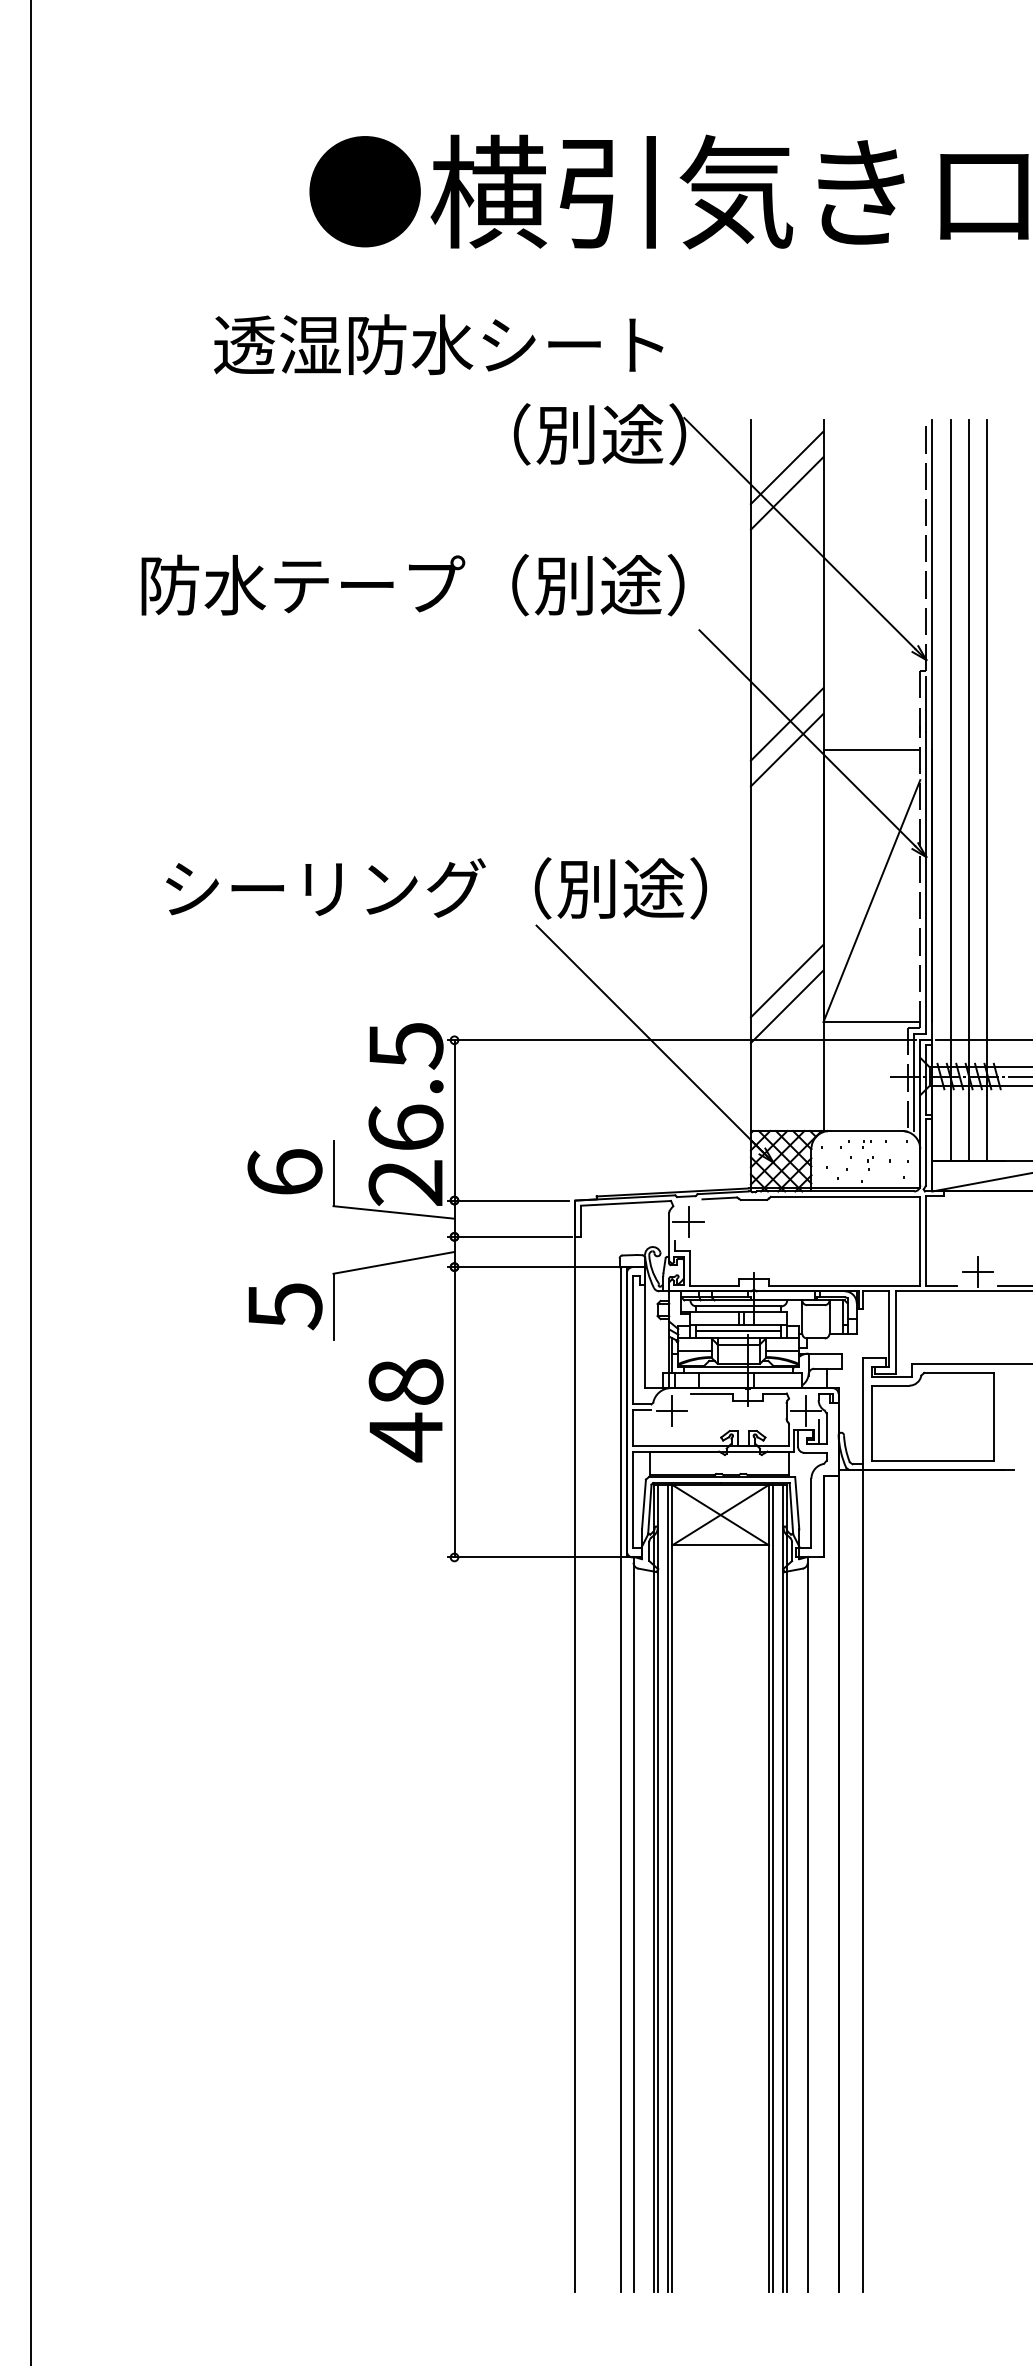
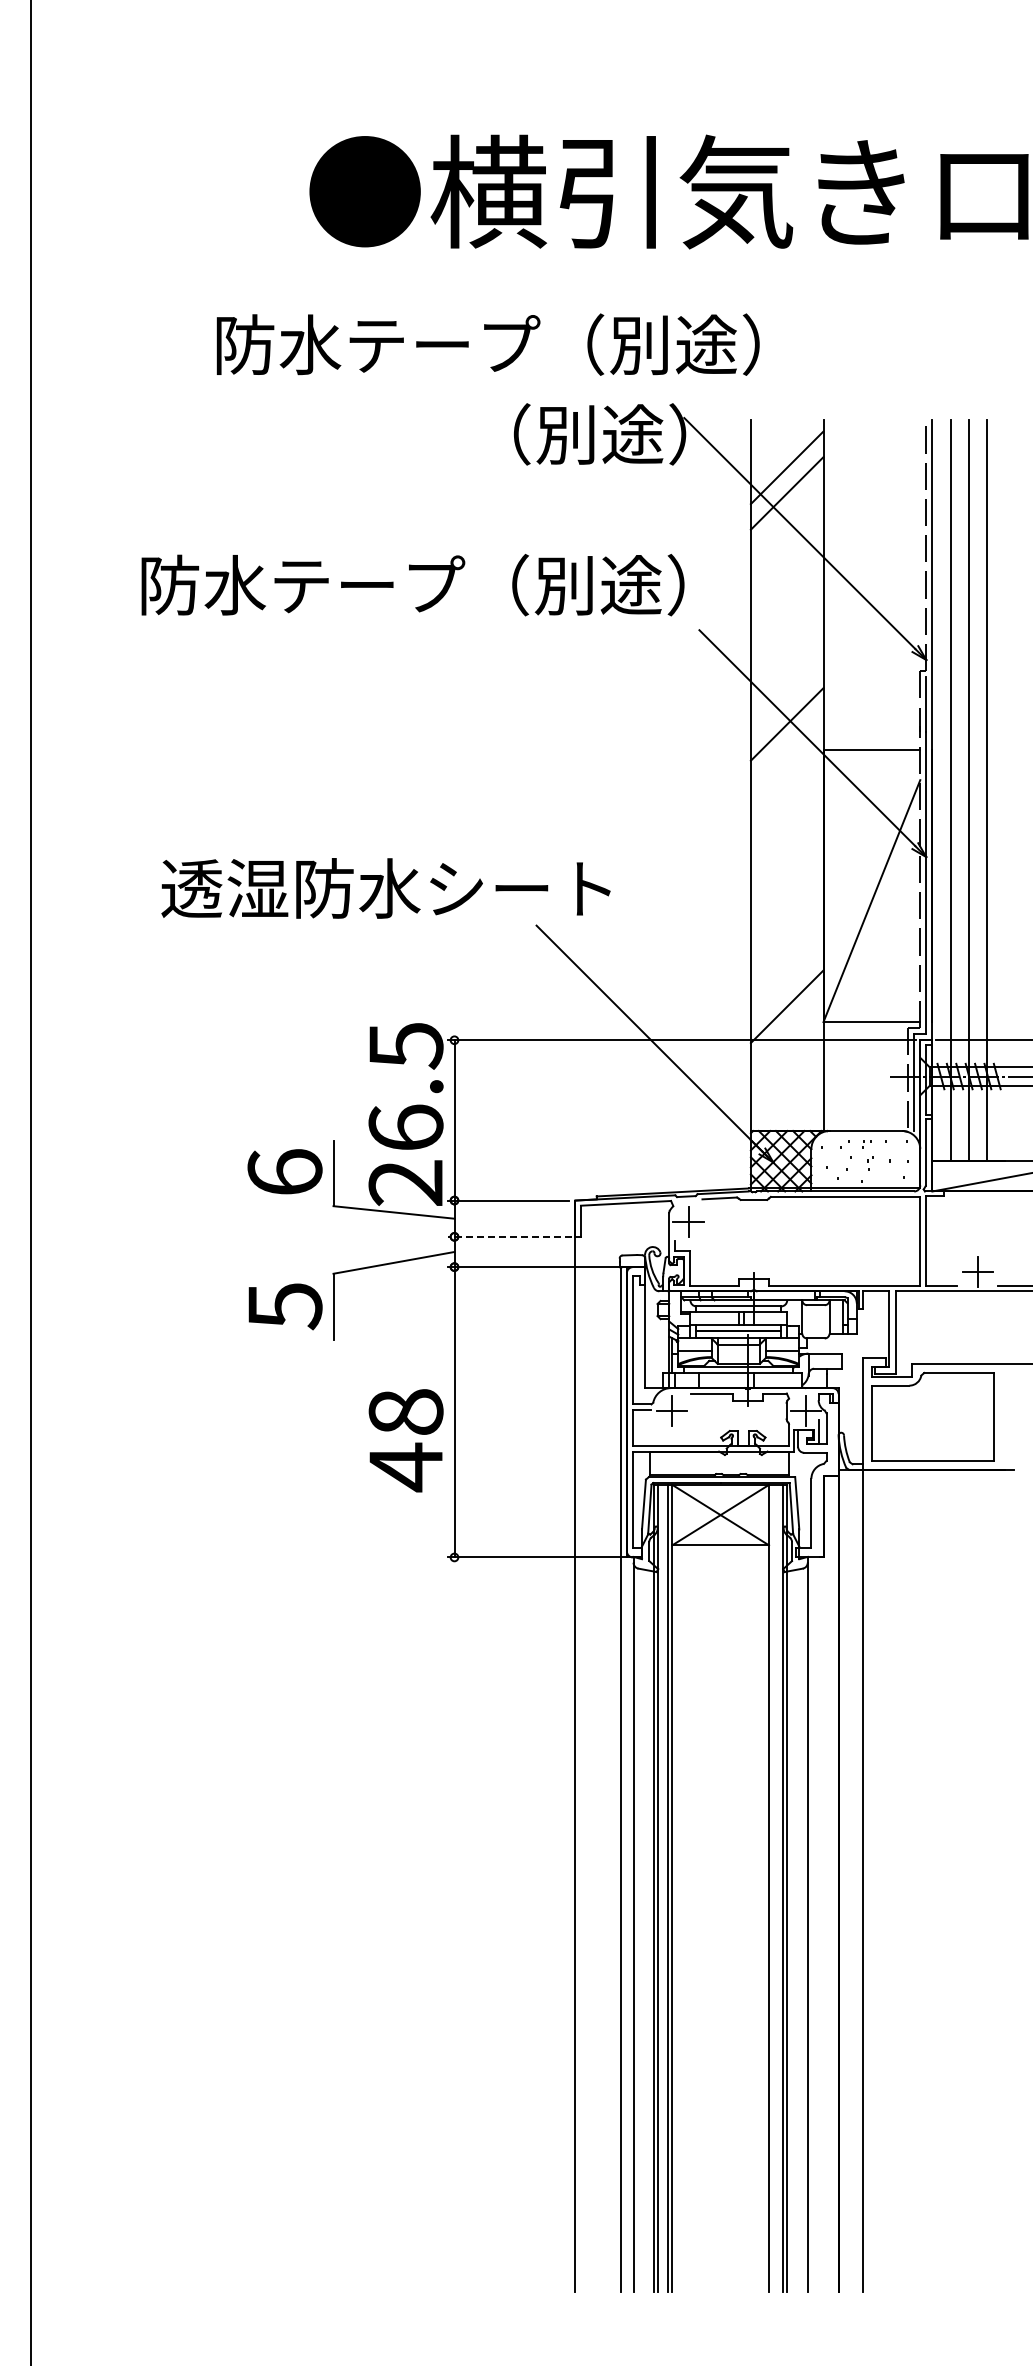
text at (486, 344): 透湿防水シート -> 防水テープ（別途）
line at (786, 749): present -> none
text at (434, 888): シーリング（別途） -> 透湿防水シート
line at (786, 980): present -> none
line at (510, 1236): solid -> dashed
text at (405, 1410) position: (405, 1410) -> (405, 1440)
line at (773, 1888): present -> none
